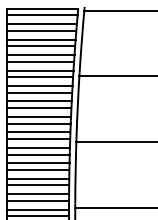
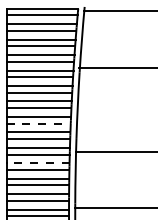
line at (116, 76) position: (116, 76) -> (116, 68)
line at (39, 123): solid -> dashed
line at (115, 141) position: (115, 141) -> (115, 151)
line at (37, 163): solid -> dashed
